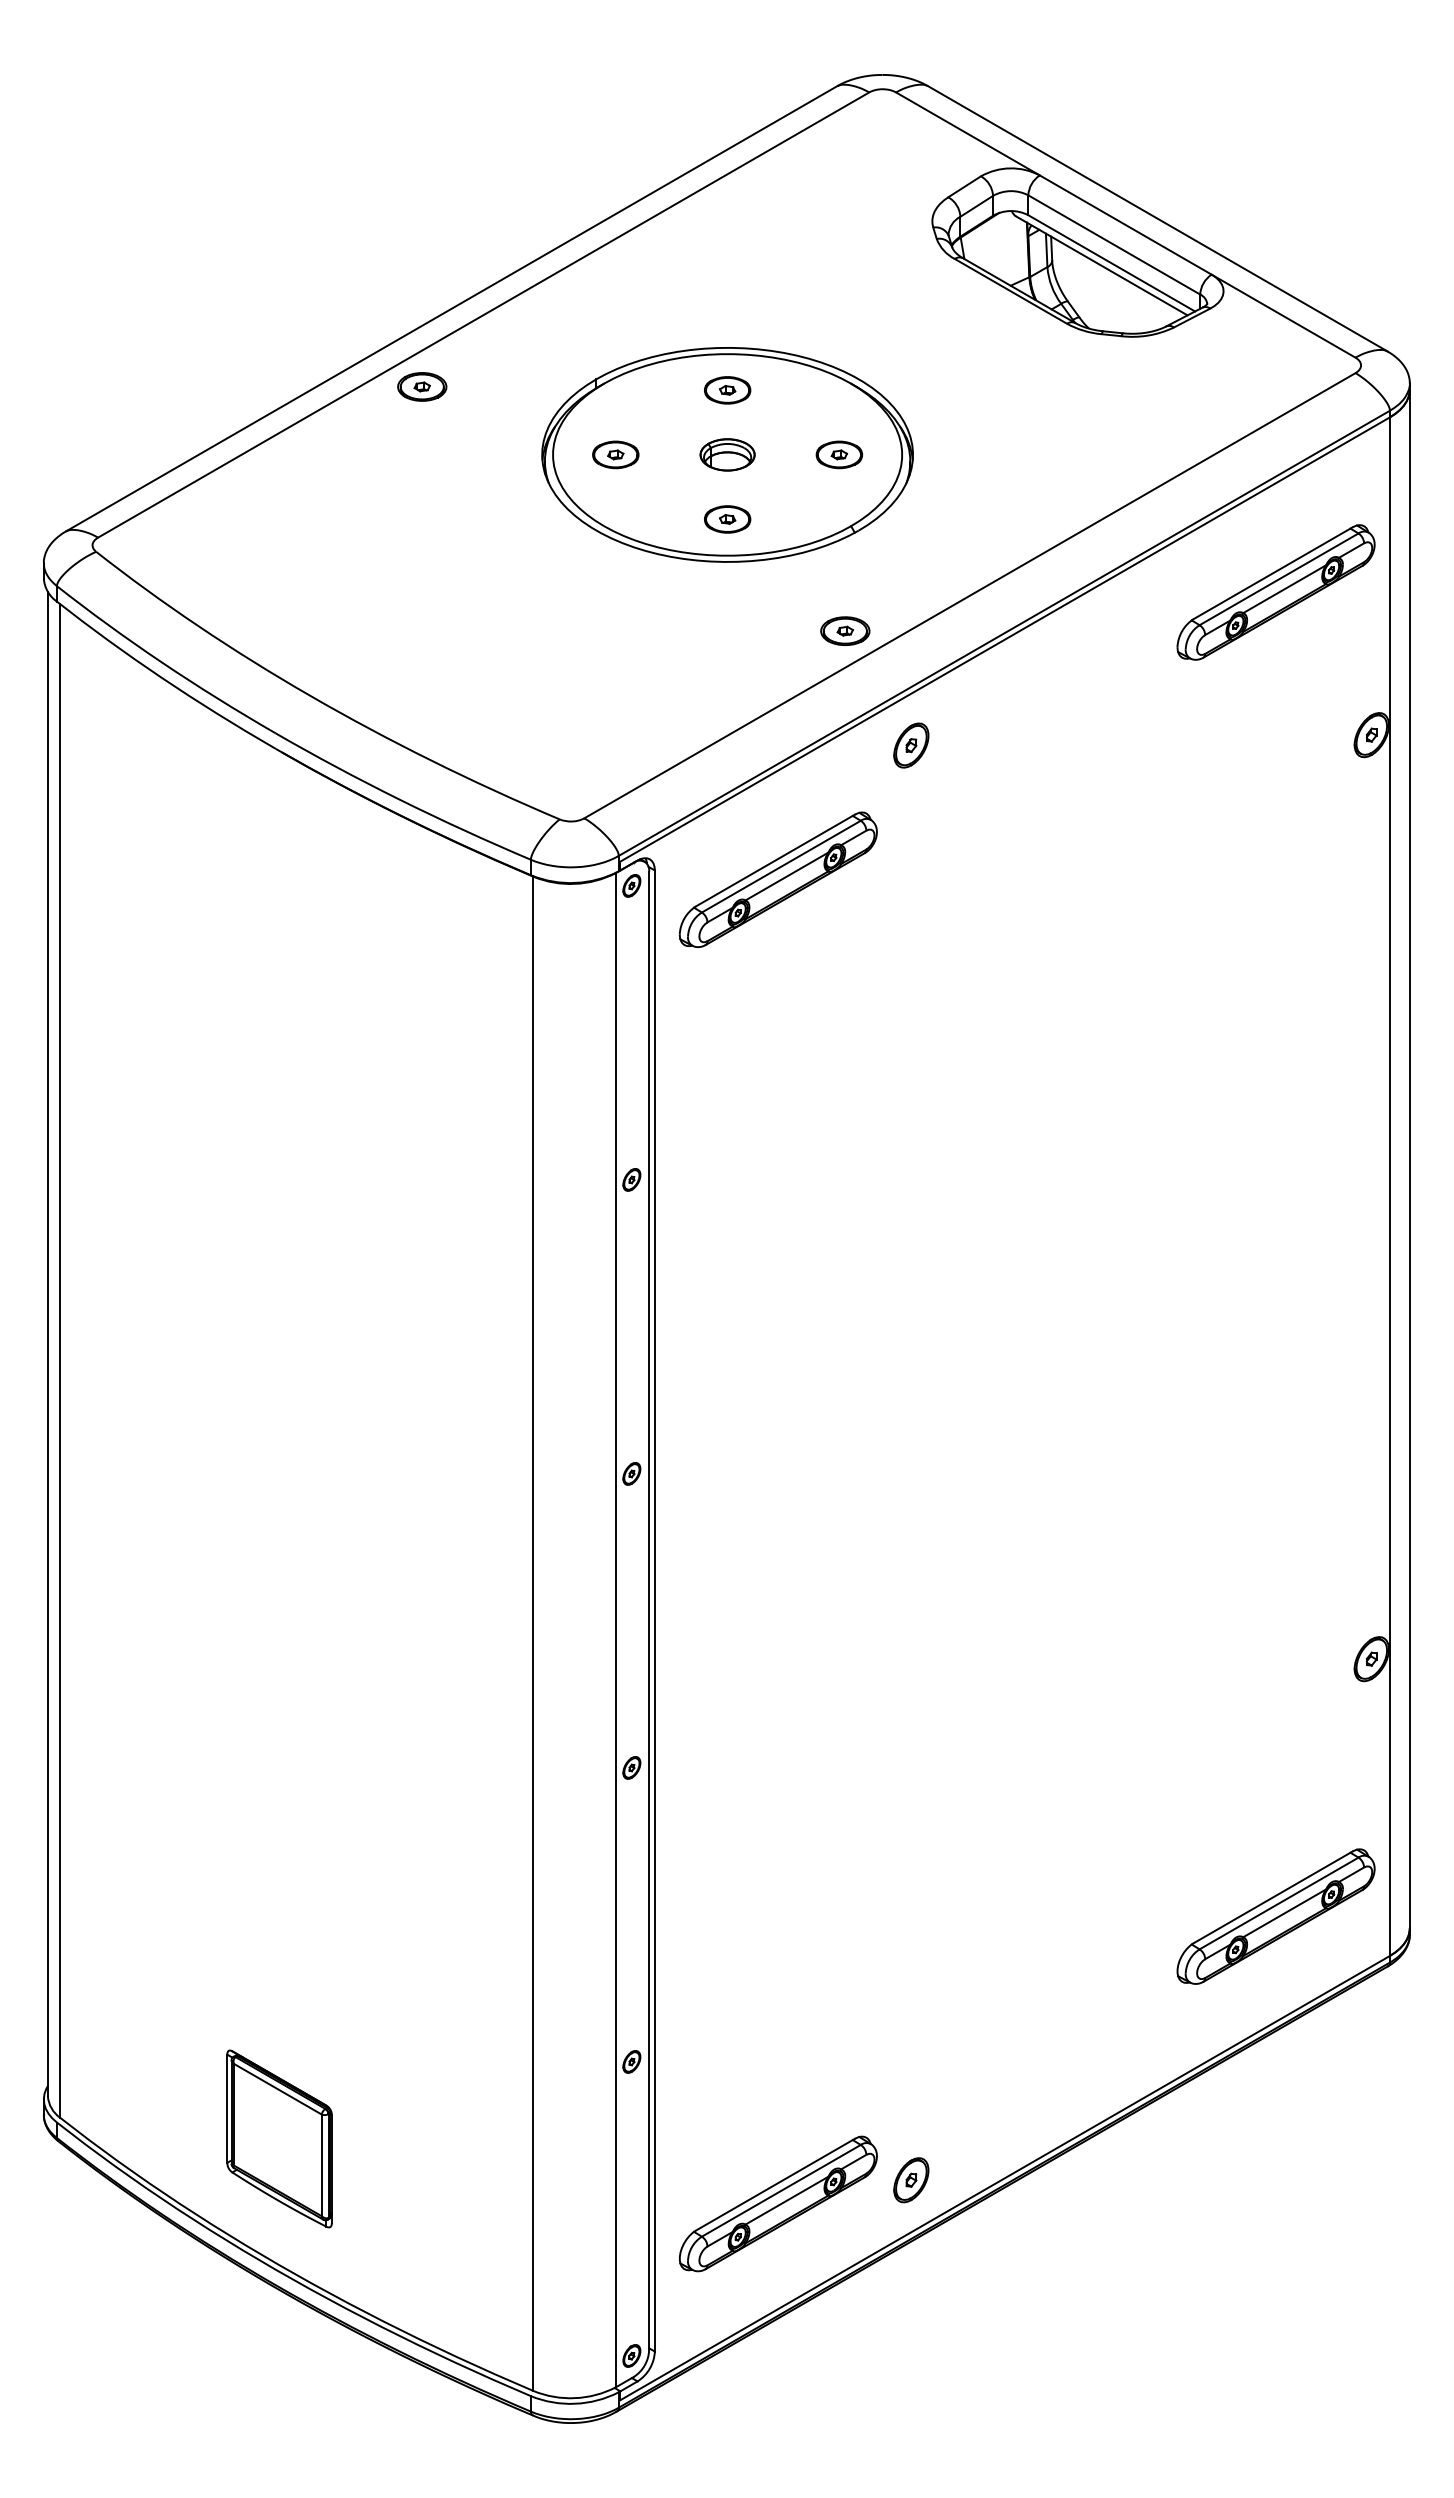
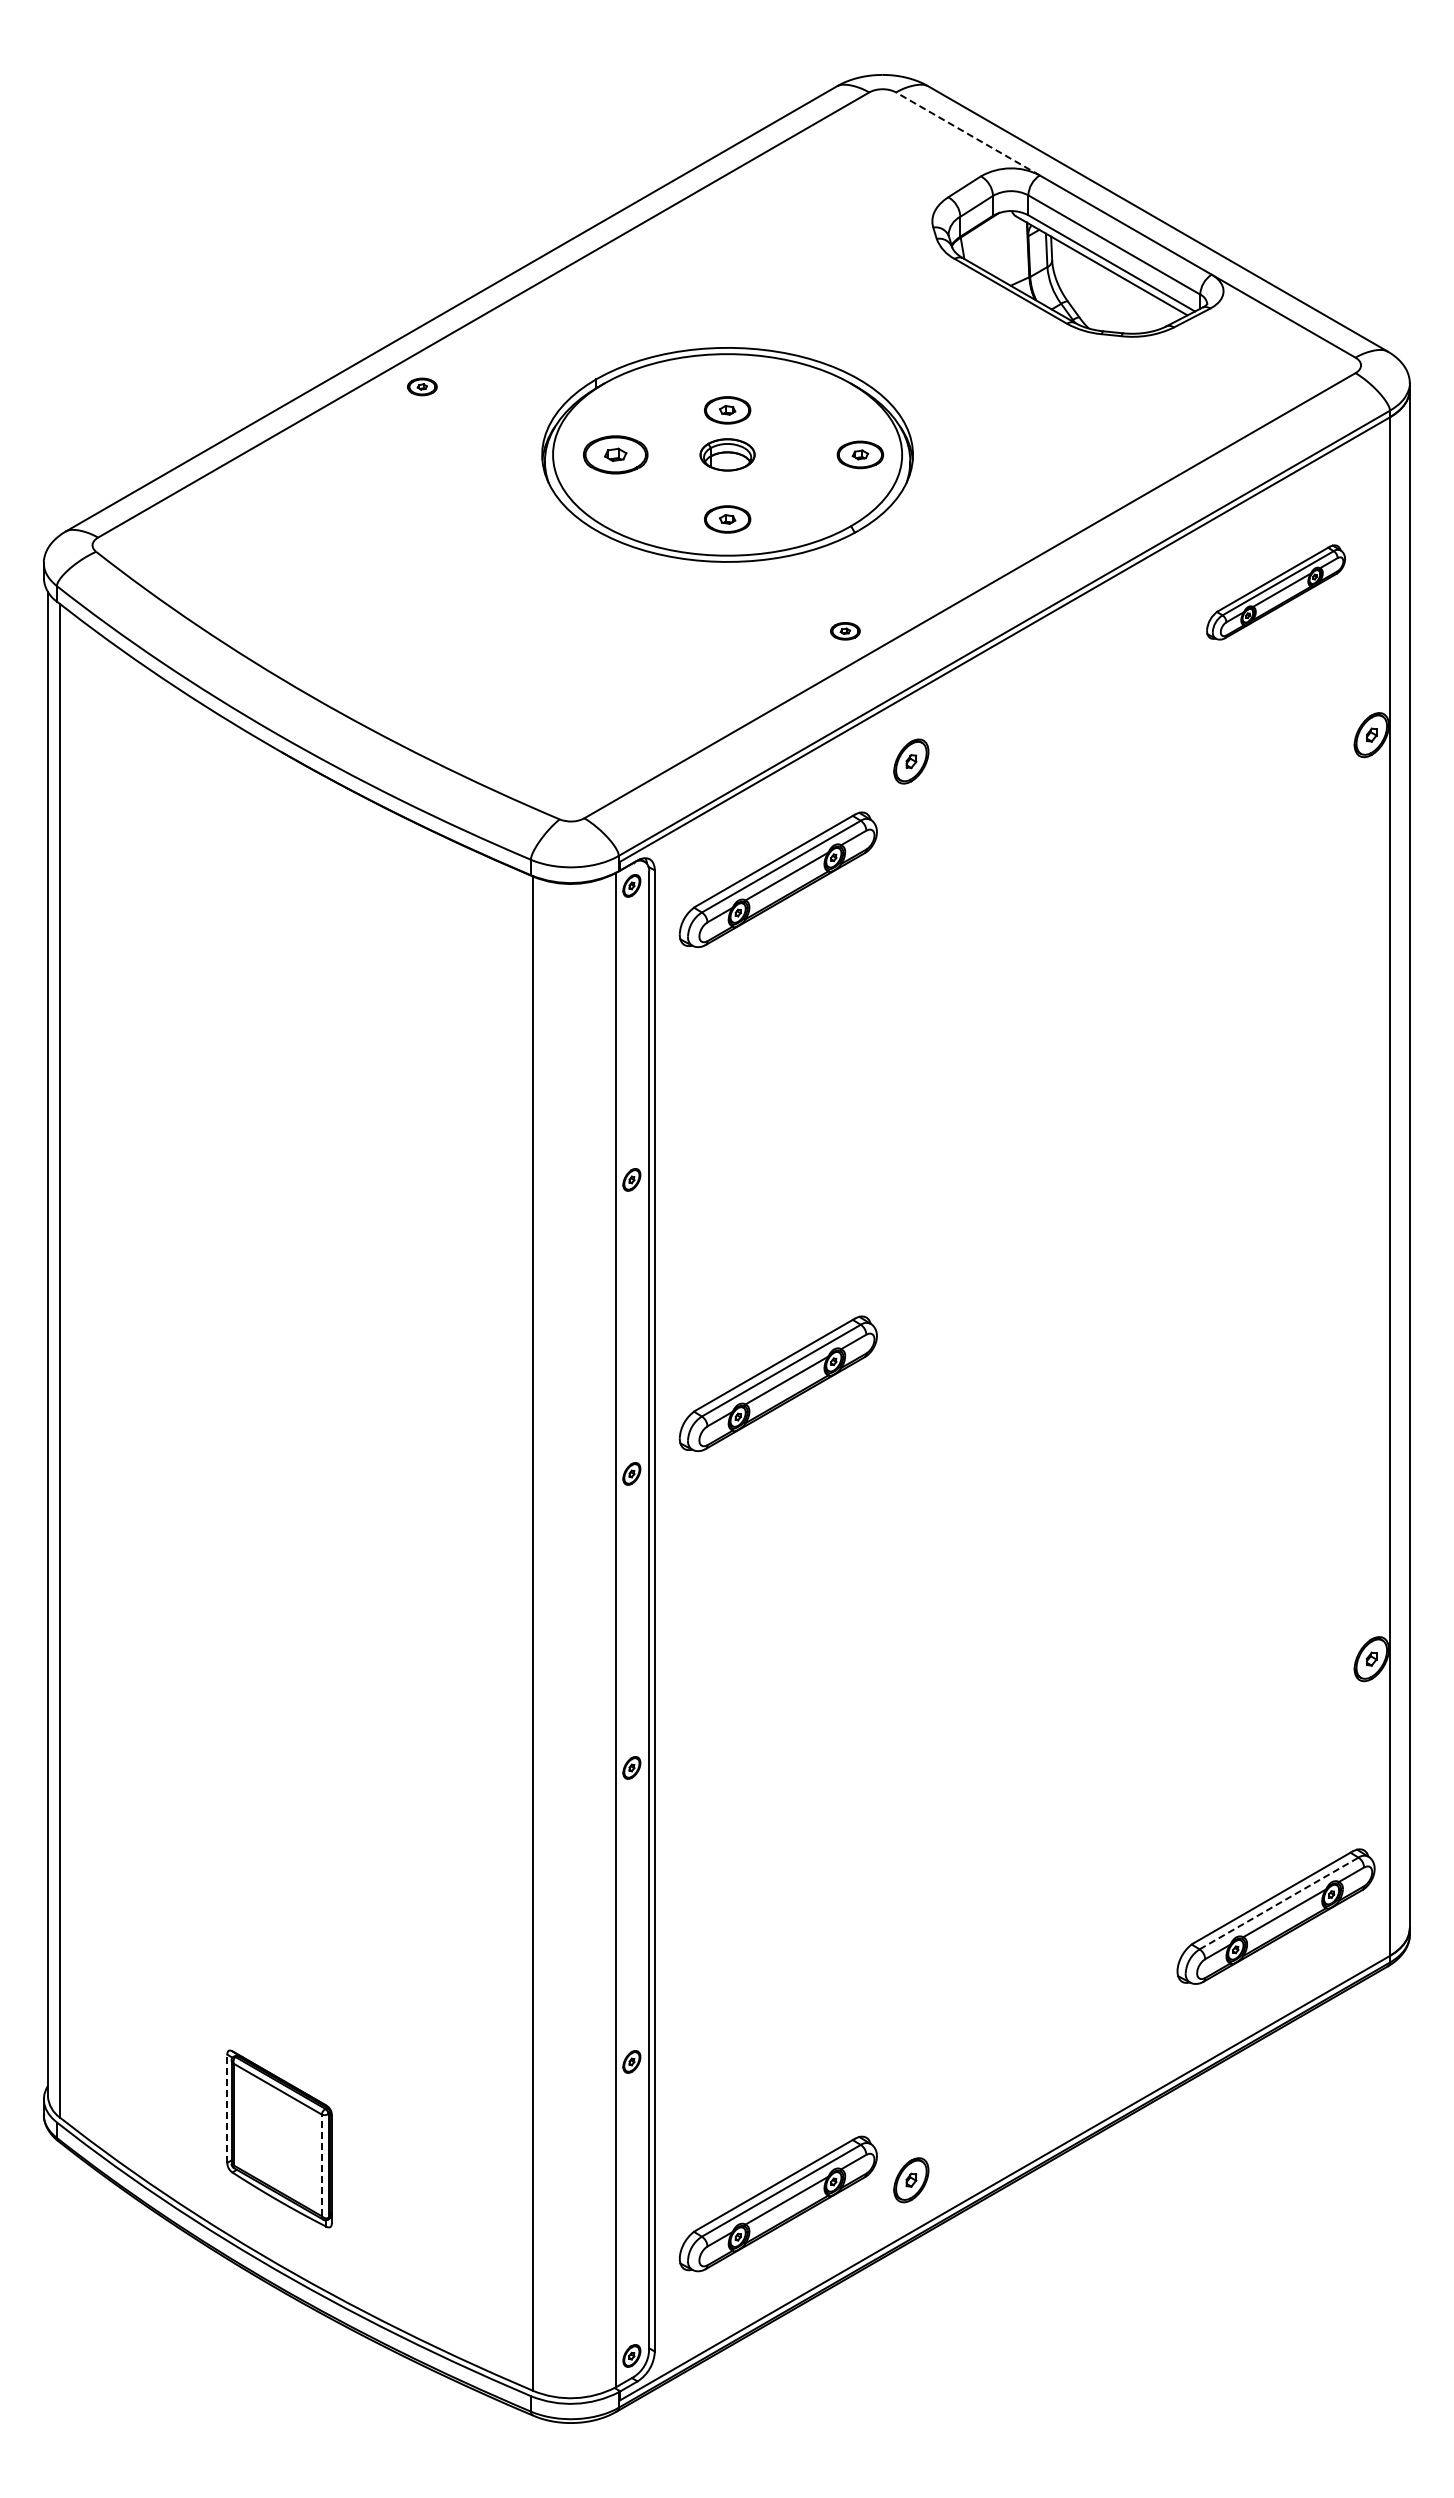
line at (967, 133): solid -> dashed
part at (422, 386) size: 51x30 px -> 31x20 px
part at (727, 390) position: (727, 390) -> (727, 410)
part at (615, 454) size: 48x30 px -> 66x40 px
part at (839, 454) position: (839, 454) -> (860, 454)
part at (1275, 592) size: 200x137 px -> 140x97 px
part at (845, 631) size: 51x31 px -> 31x19 px
part at (911, 745) position: (911, 745) -> (911, 761)
part at (777, 1383): none -> present
line at (1279, 1903): solid -> dashed
line at (227, 2108): solid -> dashed
line at (321, 2165): solid -> dashed
